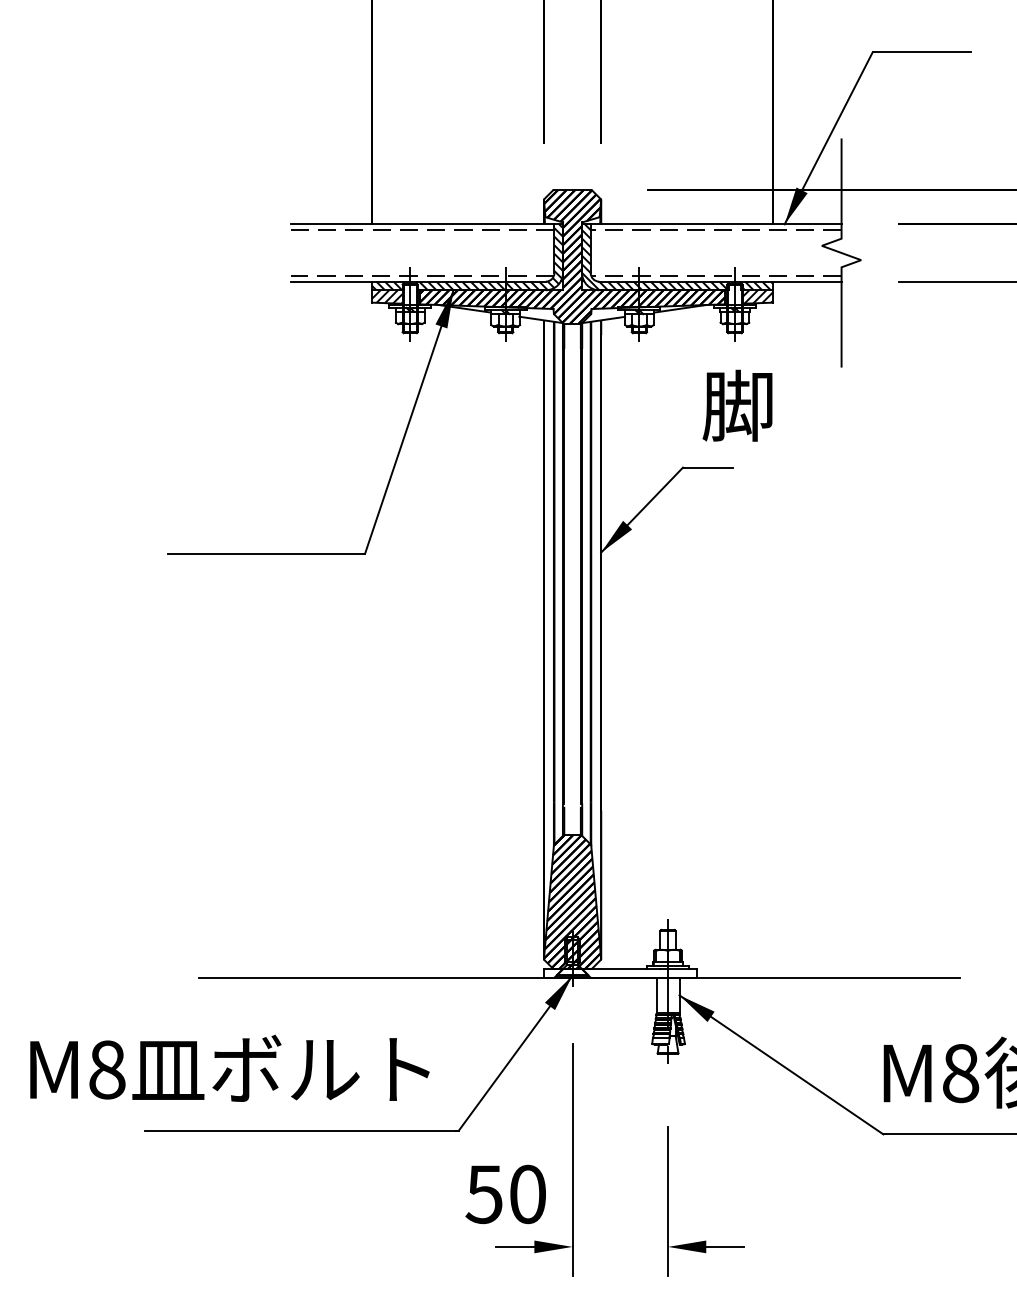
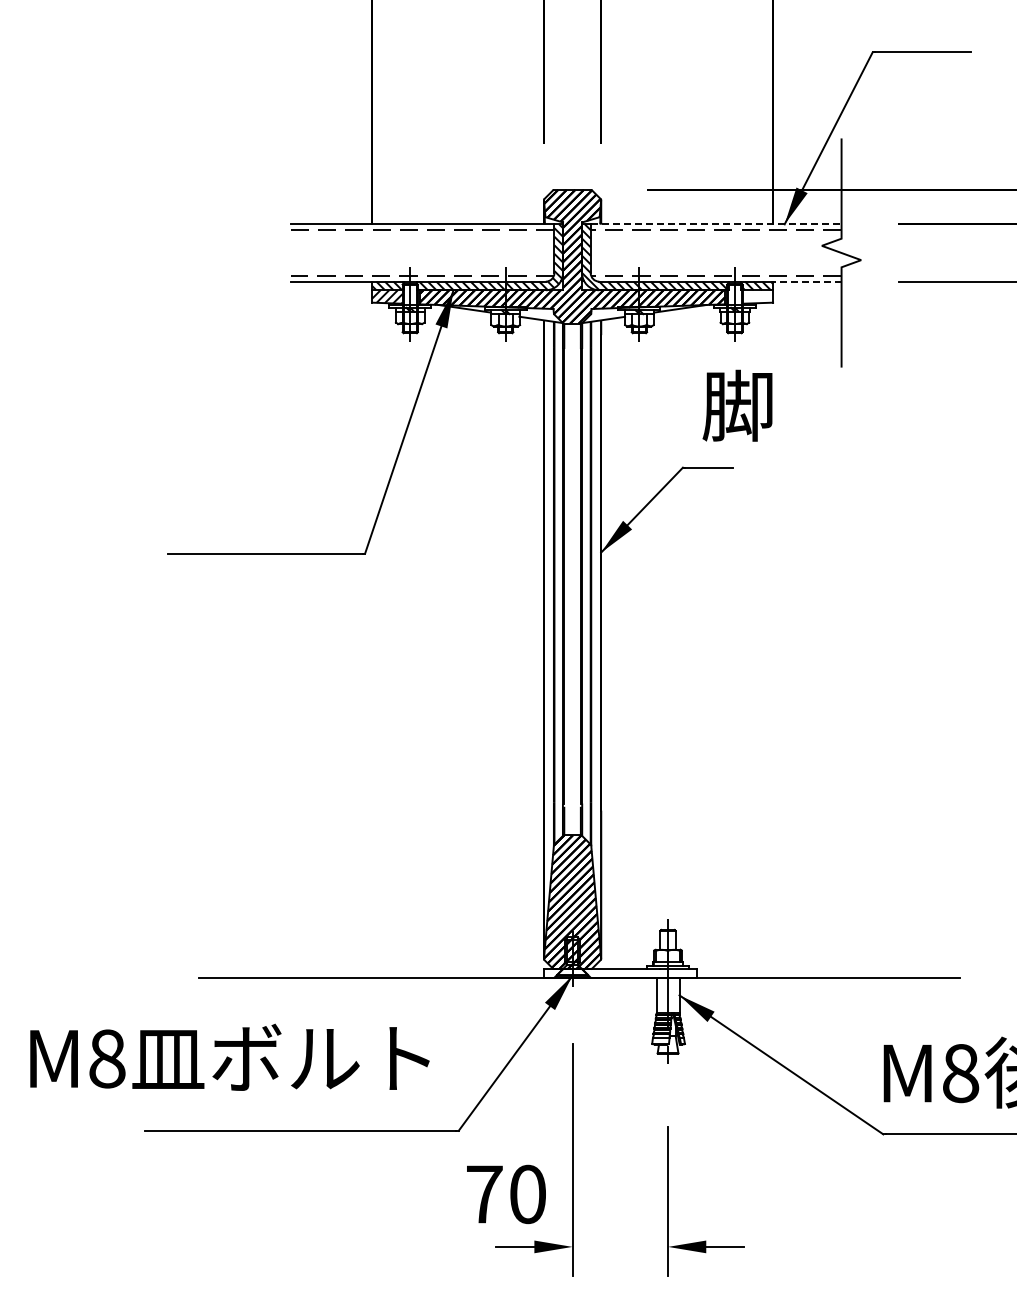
line at (716, 224): solid -> dashed
line at (806, 281): solid -> dashed
hatch at (757, 296): present -> none
text at (229, 1067) position: (229, 1067) -> (229, 1056)
text at (483, 1194): 50 -> 70
